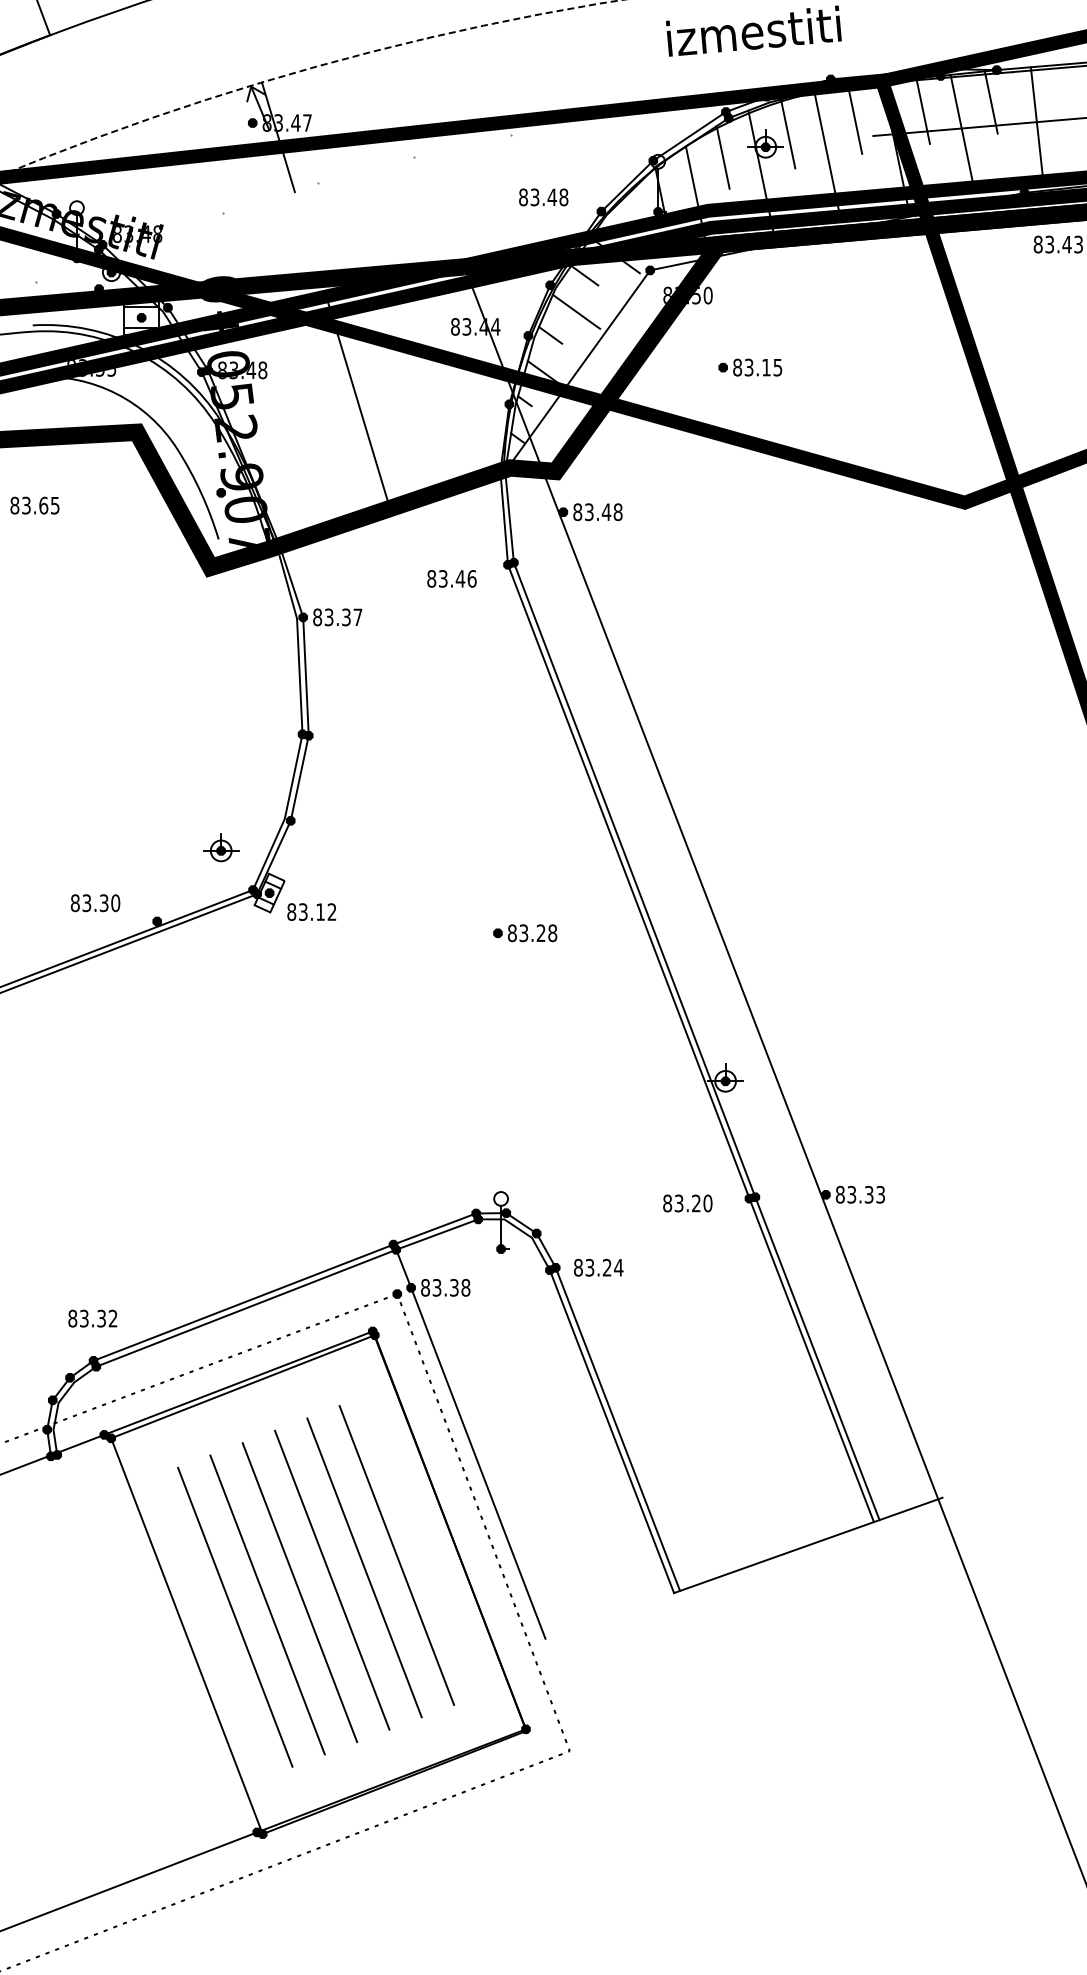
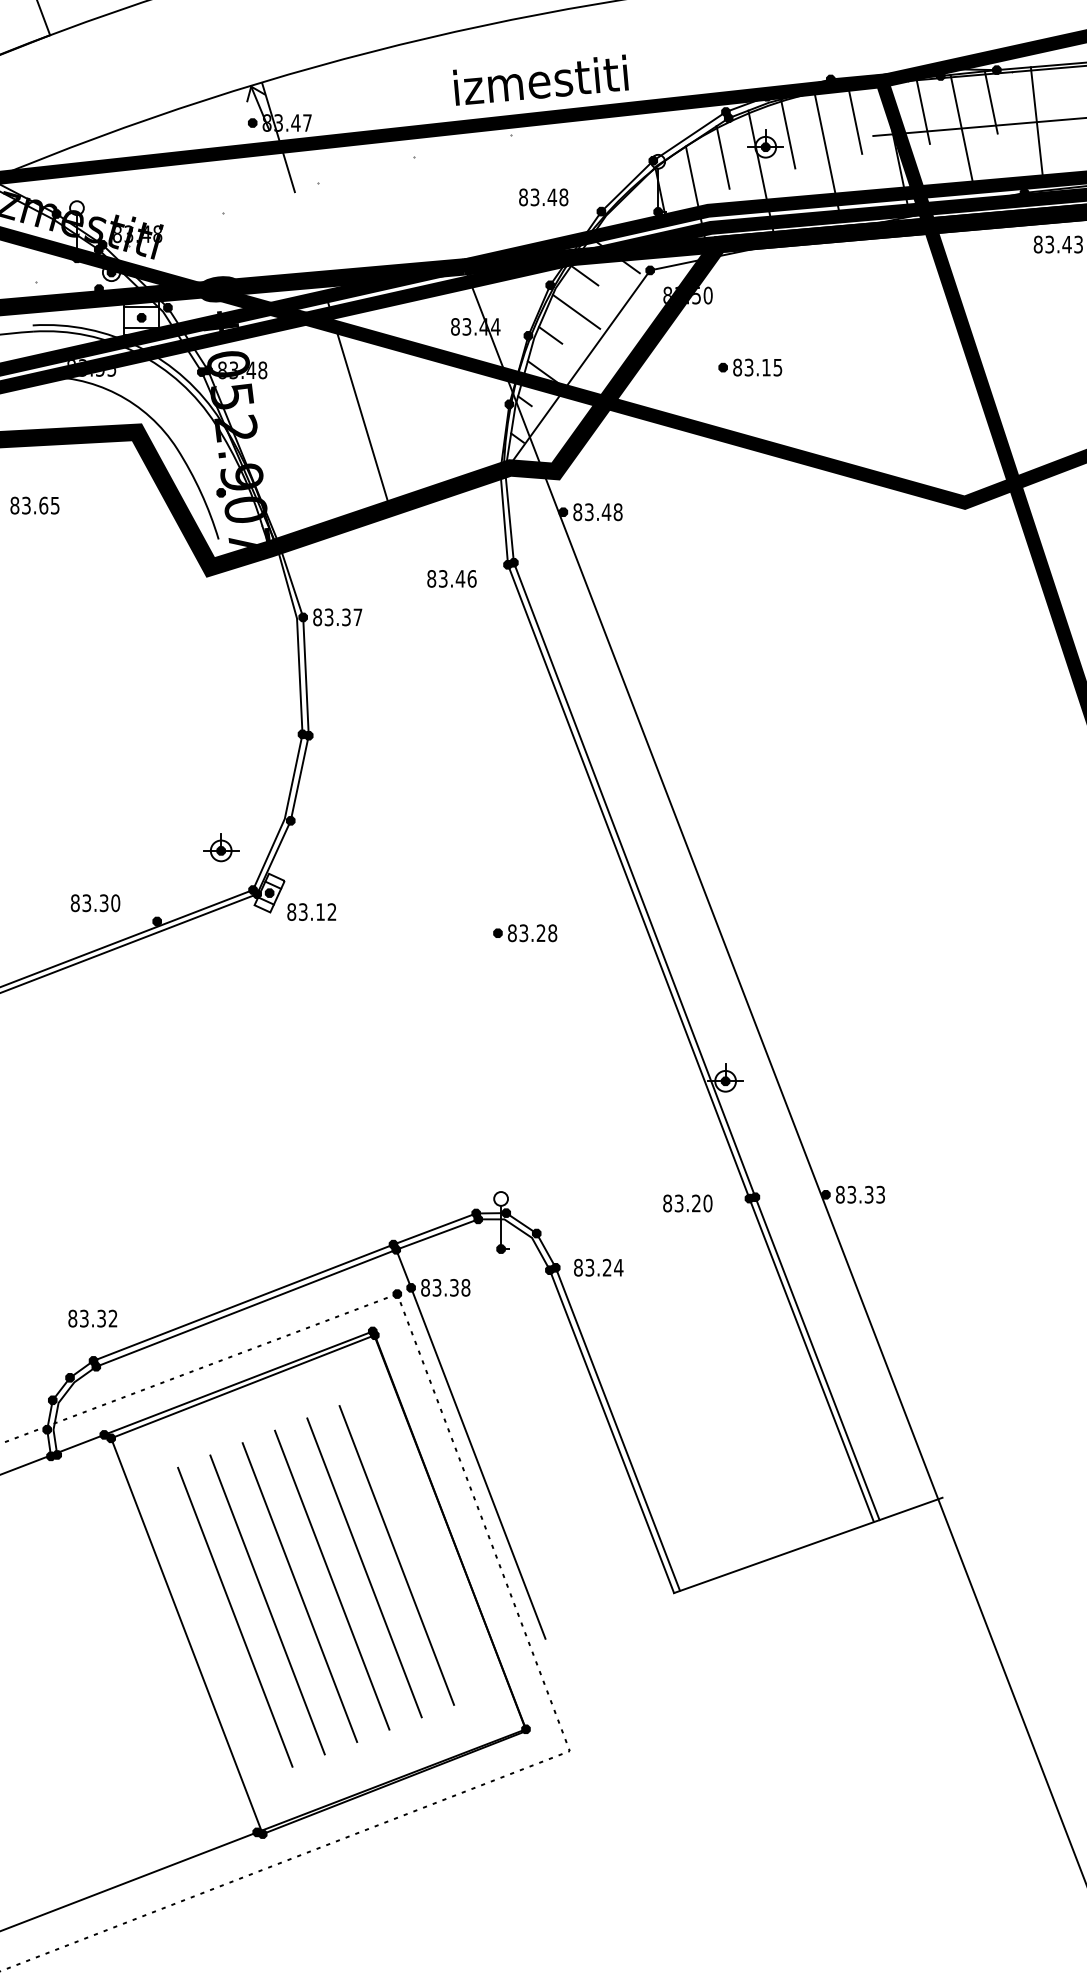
text at (753, 30) position: (753, 30) -> (540, 79)
arc at (306, 69): dashed -> solid
